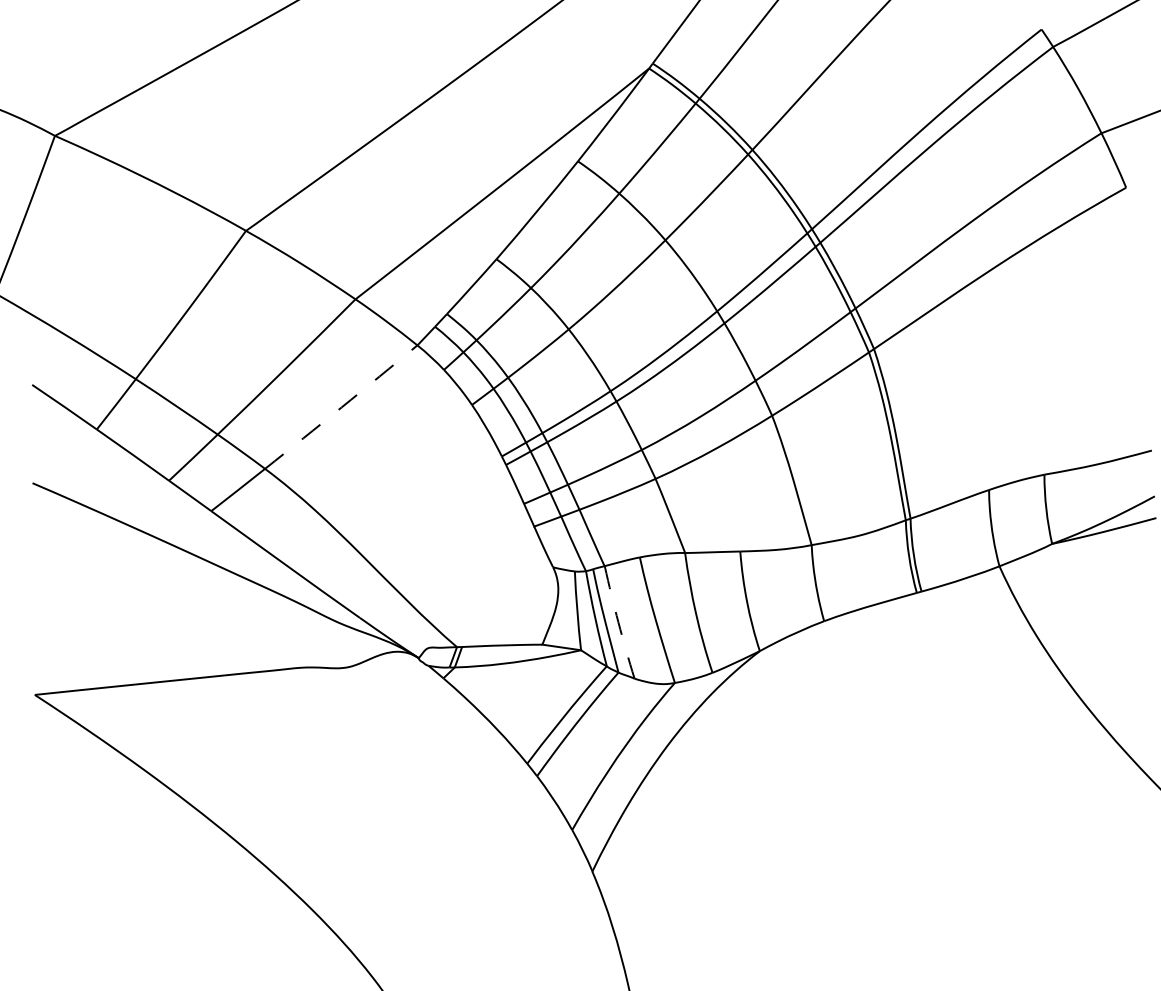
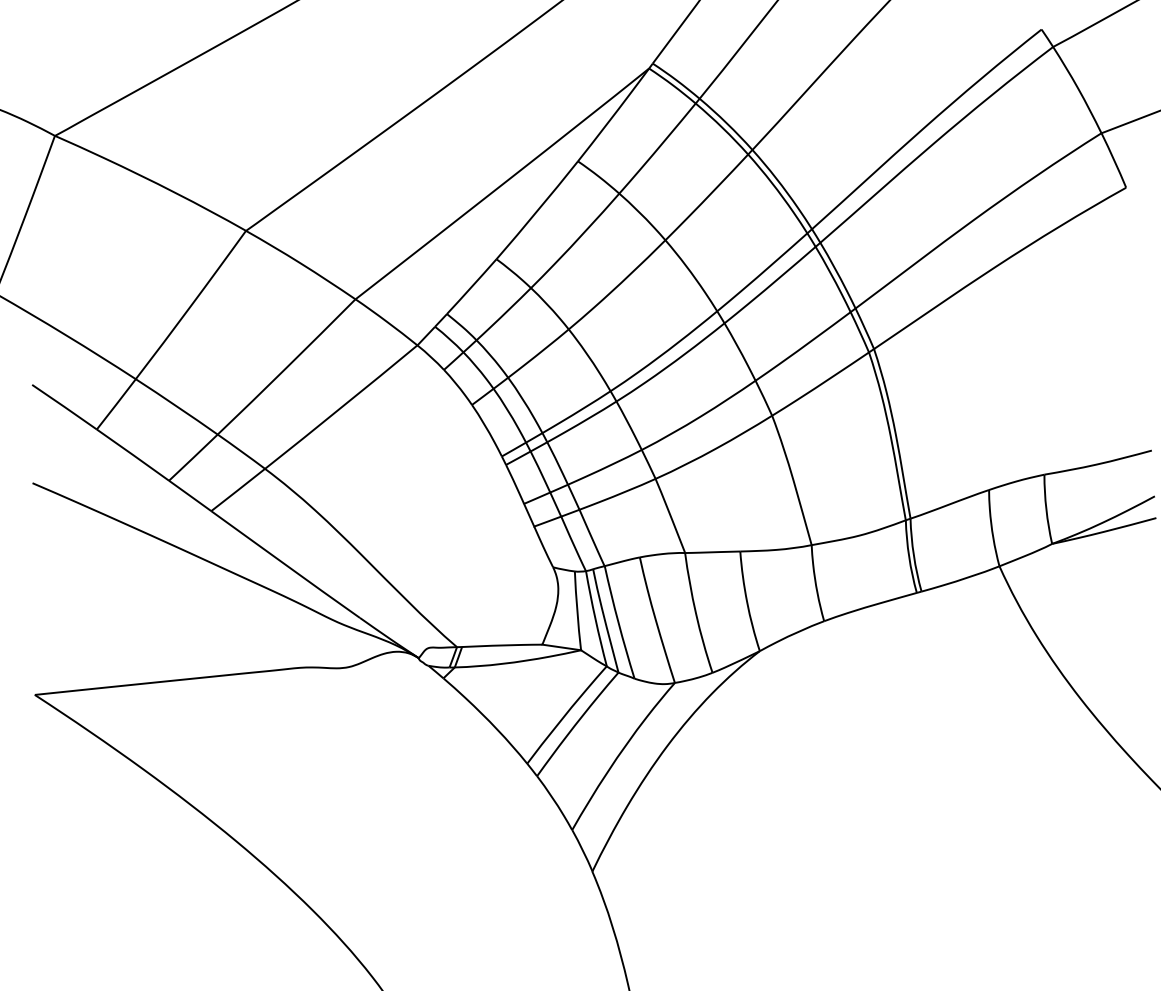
arc at (341, 407): dashed -> solid
arc at (618, 622): dashed -> solid
